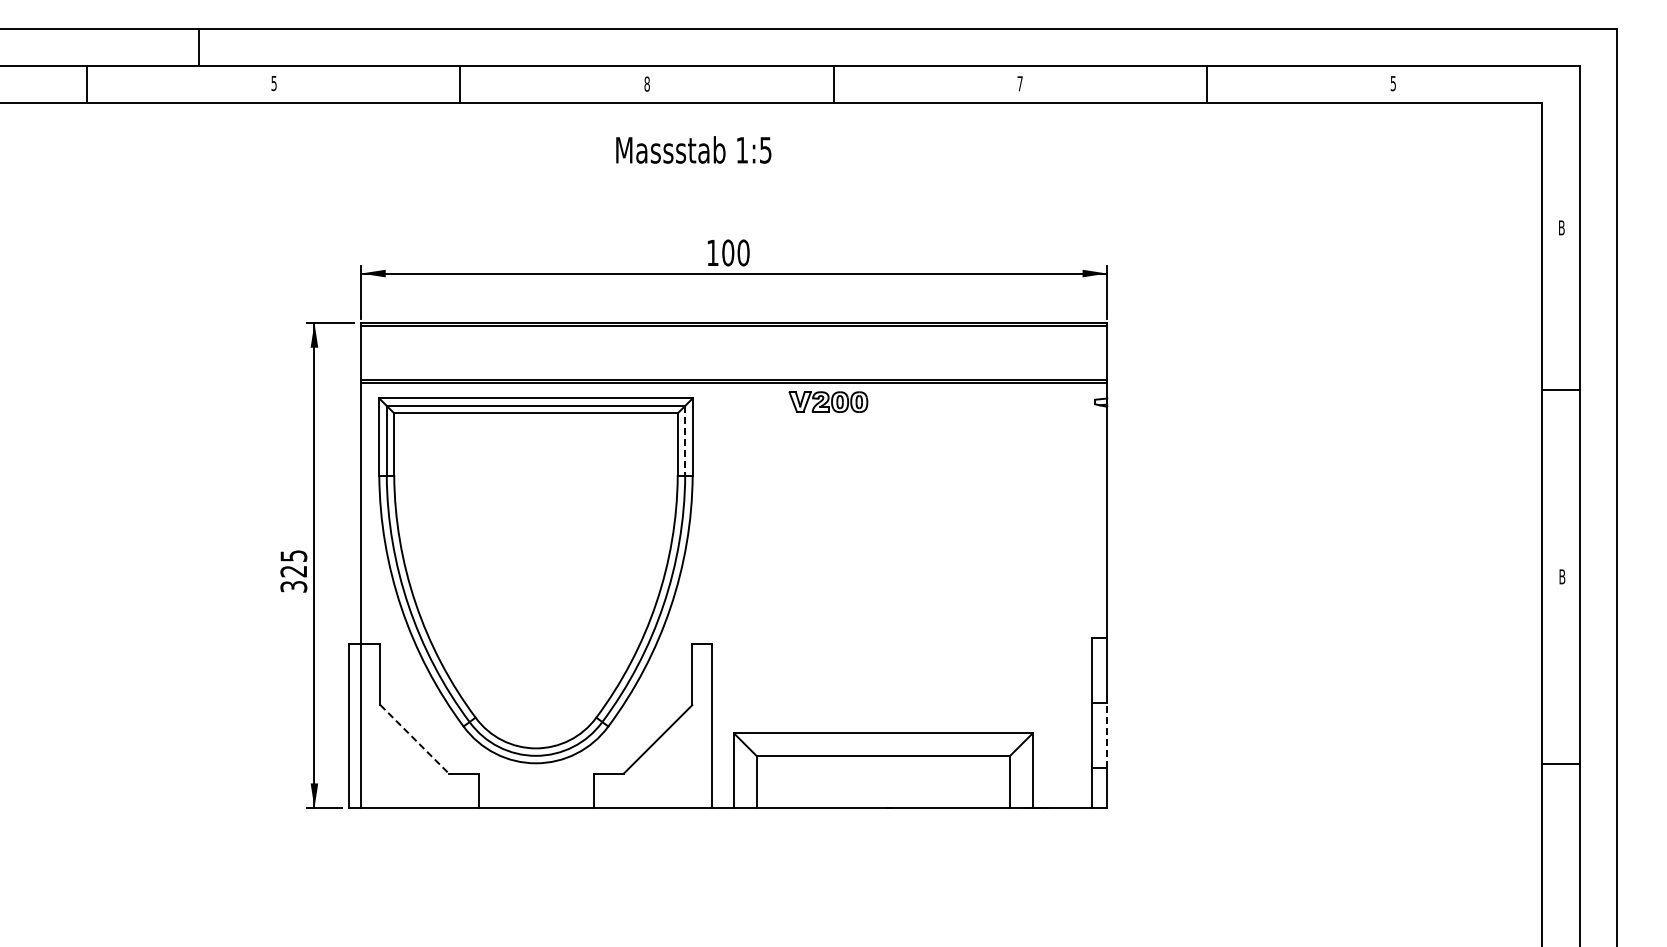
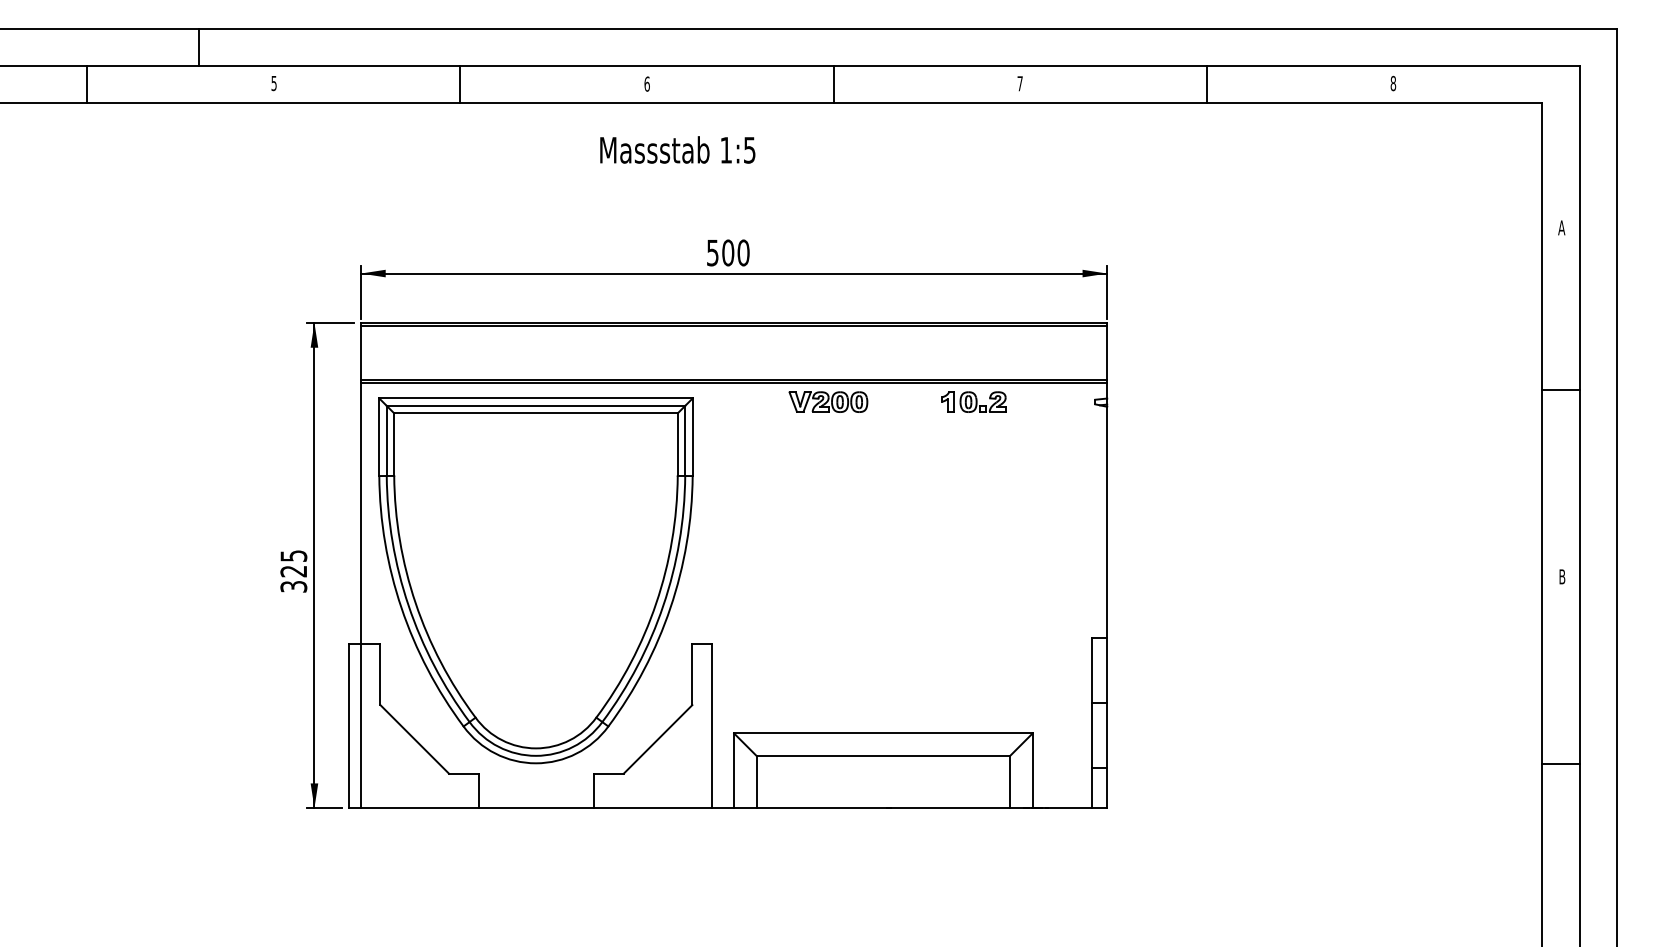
text at (646, 83): 8 -> 6
text at (1393, 83): 5 -> 8
text at (693, 149) position: (693, 149) -> (677, 149)
text at (1561, 227): B -> A
text at (712, 253): 100 -> 500
part at (973, 401): none -> present
line at (685, 441): dashed -> solid
line at (1107, 735): dashed -> solid
line at (414, 739): dashed -> solid
